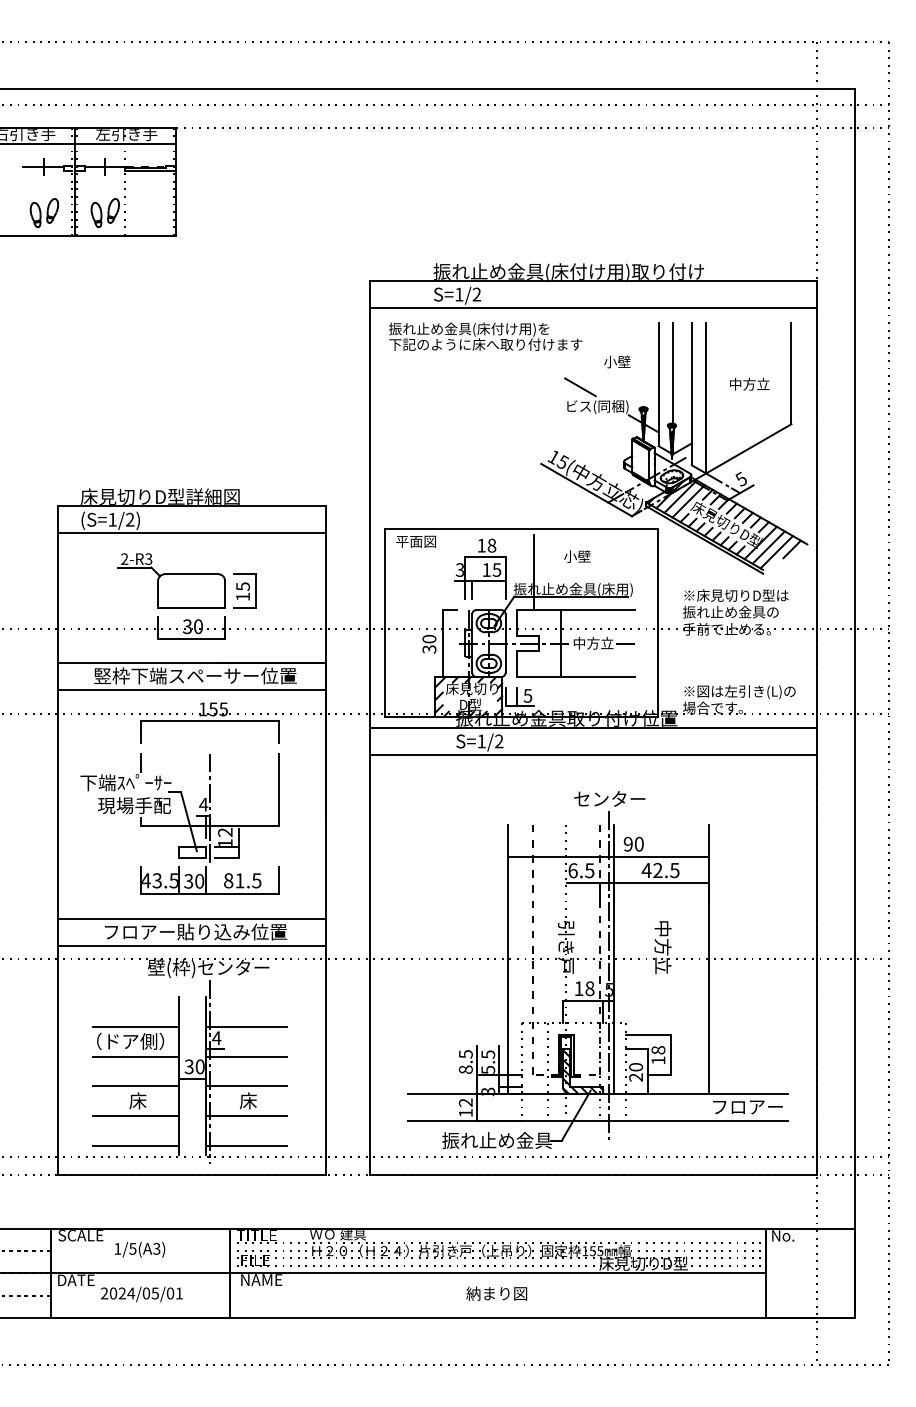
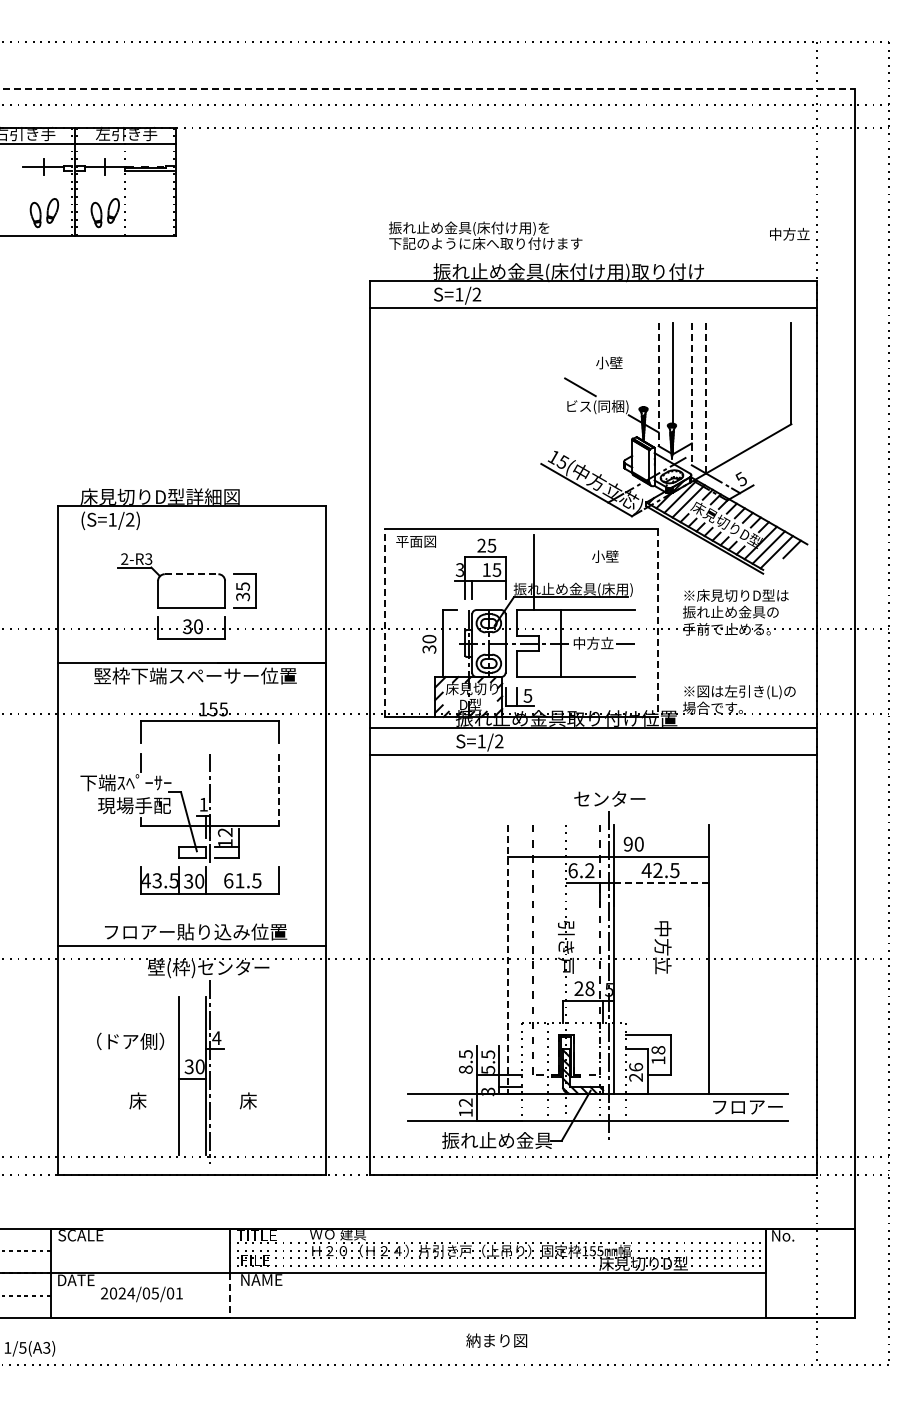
line at (428, 89): solid -> dashed
text at (485, 336) position: (485, 336) -> (485, 235)
text at (617, 361) position: (617, 361) -> (609, 362)
text at (749, 383) position: (749, 383) -> (789, 233)
line at (658, 384): solid -> dashed
line at (691, 394): solid -> dashed
line at (706, 398): solid -> dashed
line at (191, 533): present -> none
text at (486, 545): 18 -> 25
text at (577, 556) position: (577, 556) -> (605, 556)
line at (191, 574): solid -> dashed
text at (243, 596): 15 -> 35
line at (385, 623): solid -> dashed
line at (657, 623): solid -> dashed
line at (191, 689): present -> none
line at (279, 790): solid -> dashed
text at (203, 804): 4 -> 1
text at (589, 870): 6.5 -> 6.2
text at (228, 880): 81.5 -> 61.5
line at (661, 883): solid -> dashed
line at (191, 918): present -> none
line at (508, 959): solid -> dashed
text at (578, 988): 18 -> 28
line at (136, 1026): present -> none
line at (246, 1026): present -> none
line at (136, 1056): present -> none
line at (246, 1056): present -> none
text at (635, 1066): 20 -> 26
line at (136, 1086): present -> none
line at (246, 1086): present -> none
line at (136, 1116): present -> none
line at (246, 1116): present -> none
line at (136, 1145): present -> none
line at (246, 1145): present -> none
text at (140, 1249) position: (140, 1249) -> (30, 1348)
text at (496, 1293) position: (496, 1293) -> (496, 1340)
line at (229, 1296): solid -> dashed
